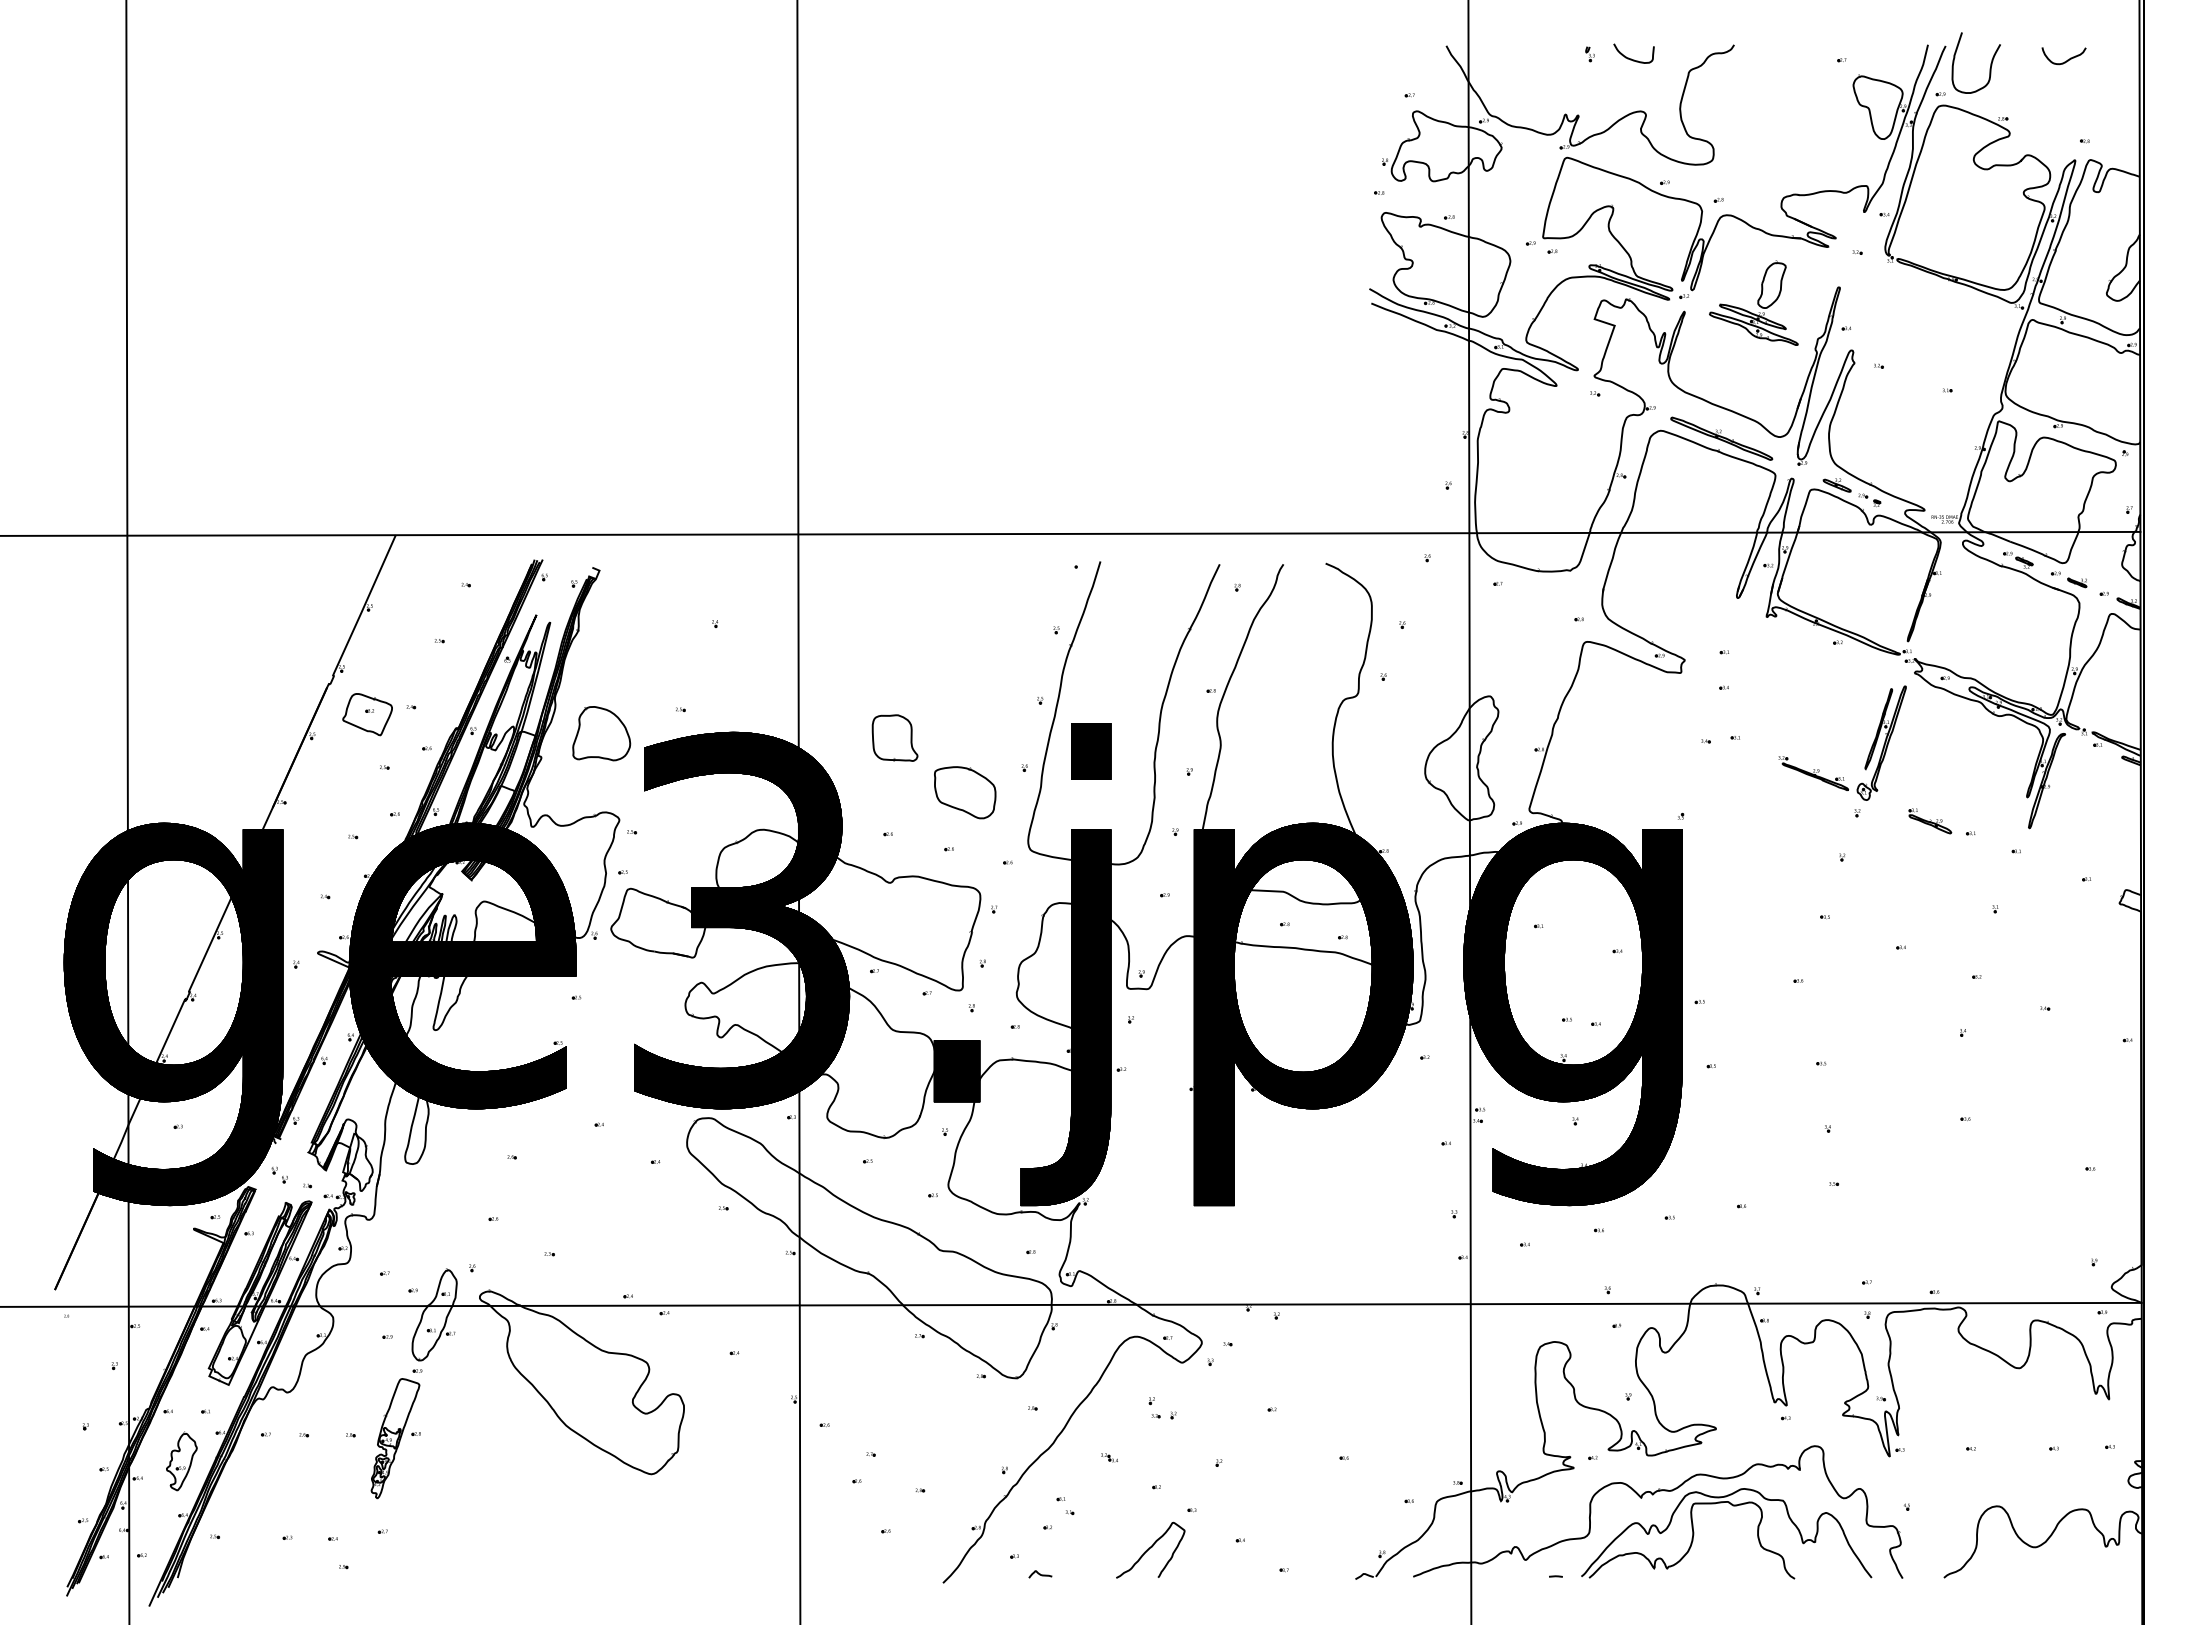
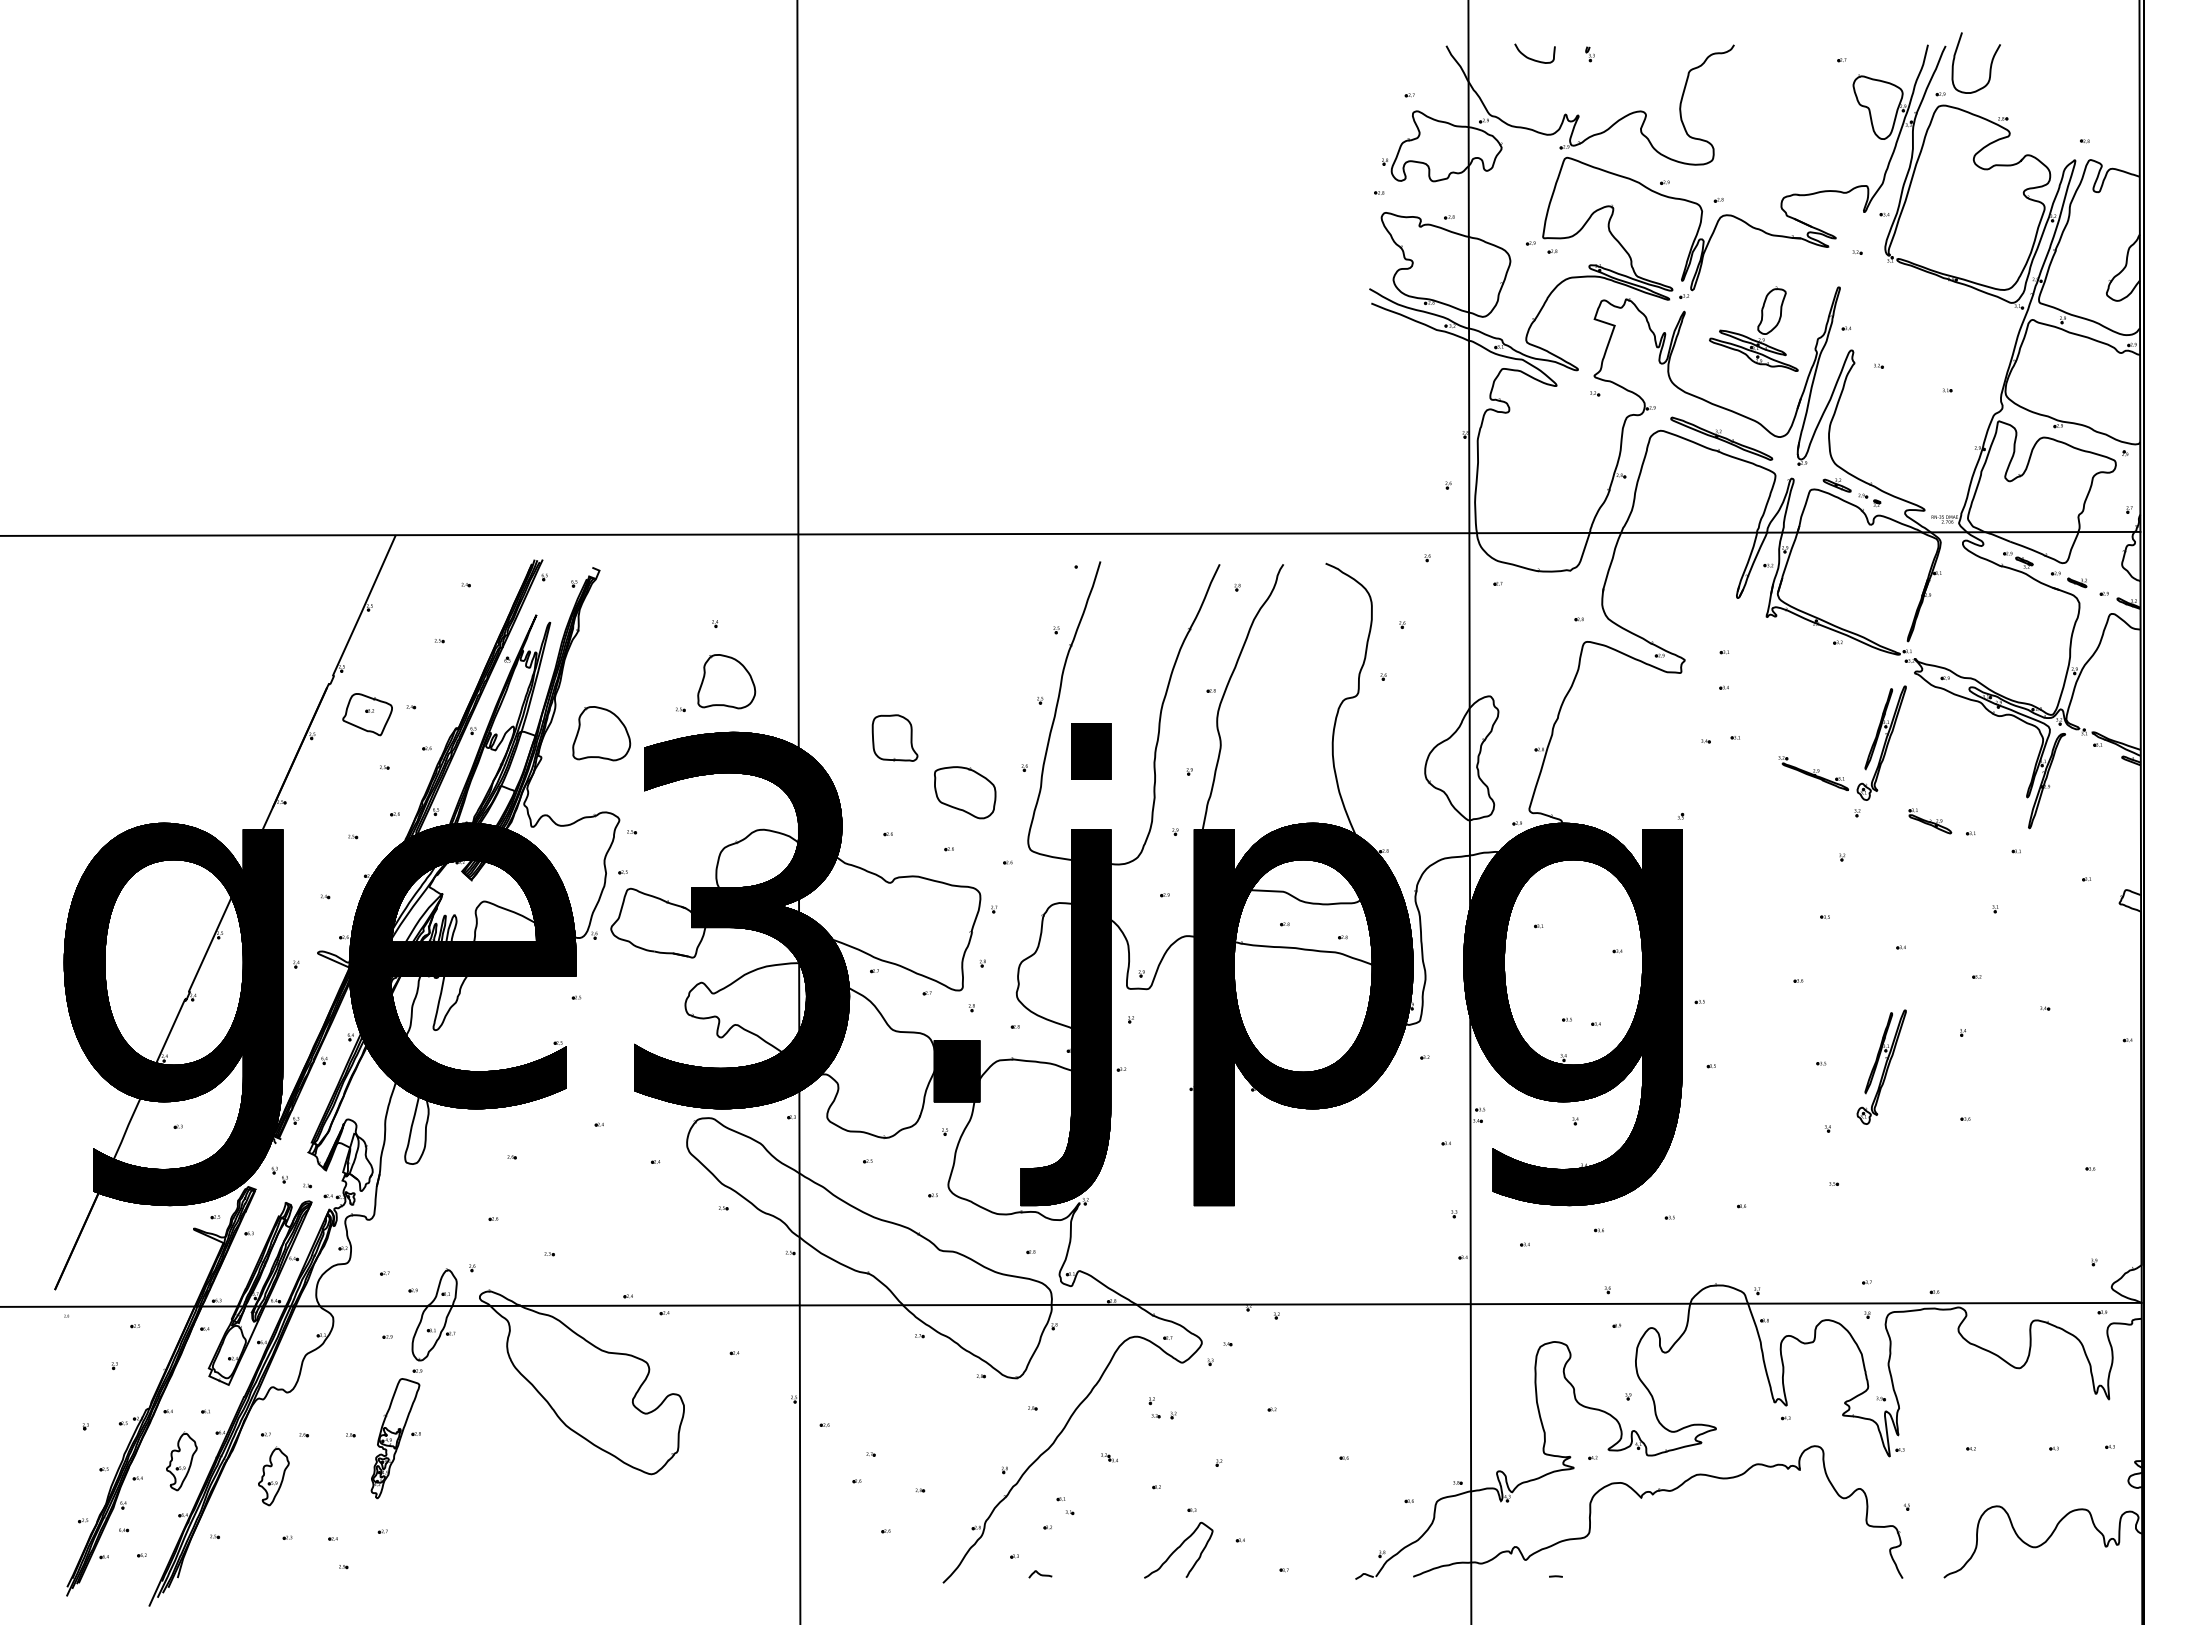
curve at (1631, 58) position: (1631, 58) -> (1532, 58)
curve at (2067, 59): present -> none
part at (1753, 302) position: (1753, 302) -> (1753, 328)
part at (726, 681): none -> present
line at (127, 811): present -> none
part at (1881, 1066): none -> present
part at (273, 1476): none -> present
part at (1733, 1506): present -> none
curve at (1150, 1548) position: (1150, 1548) -> (1178, 1548)
